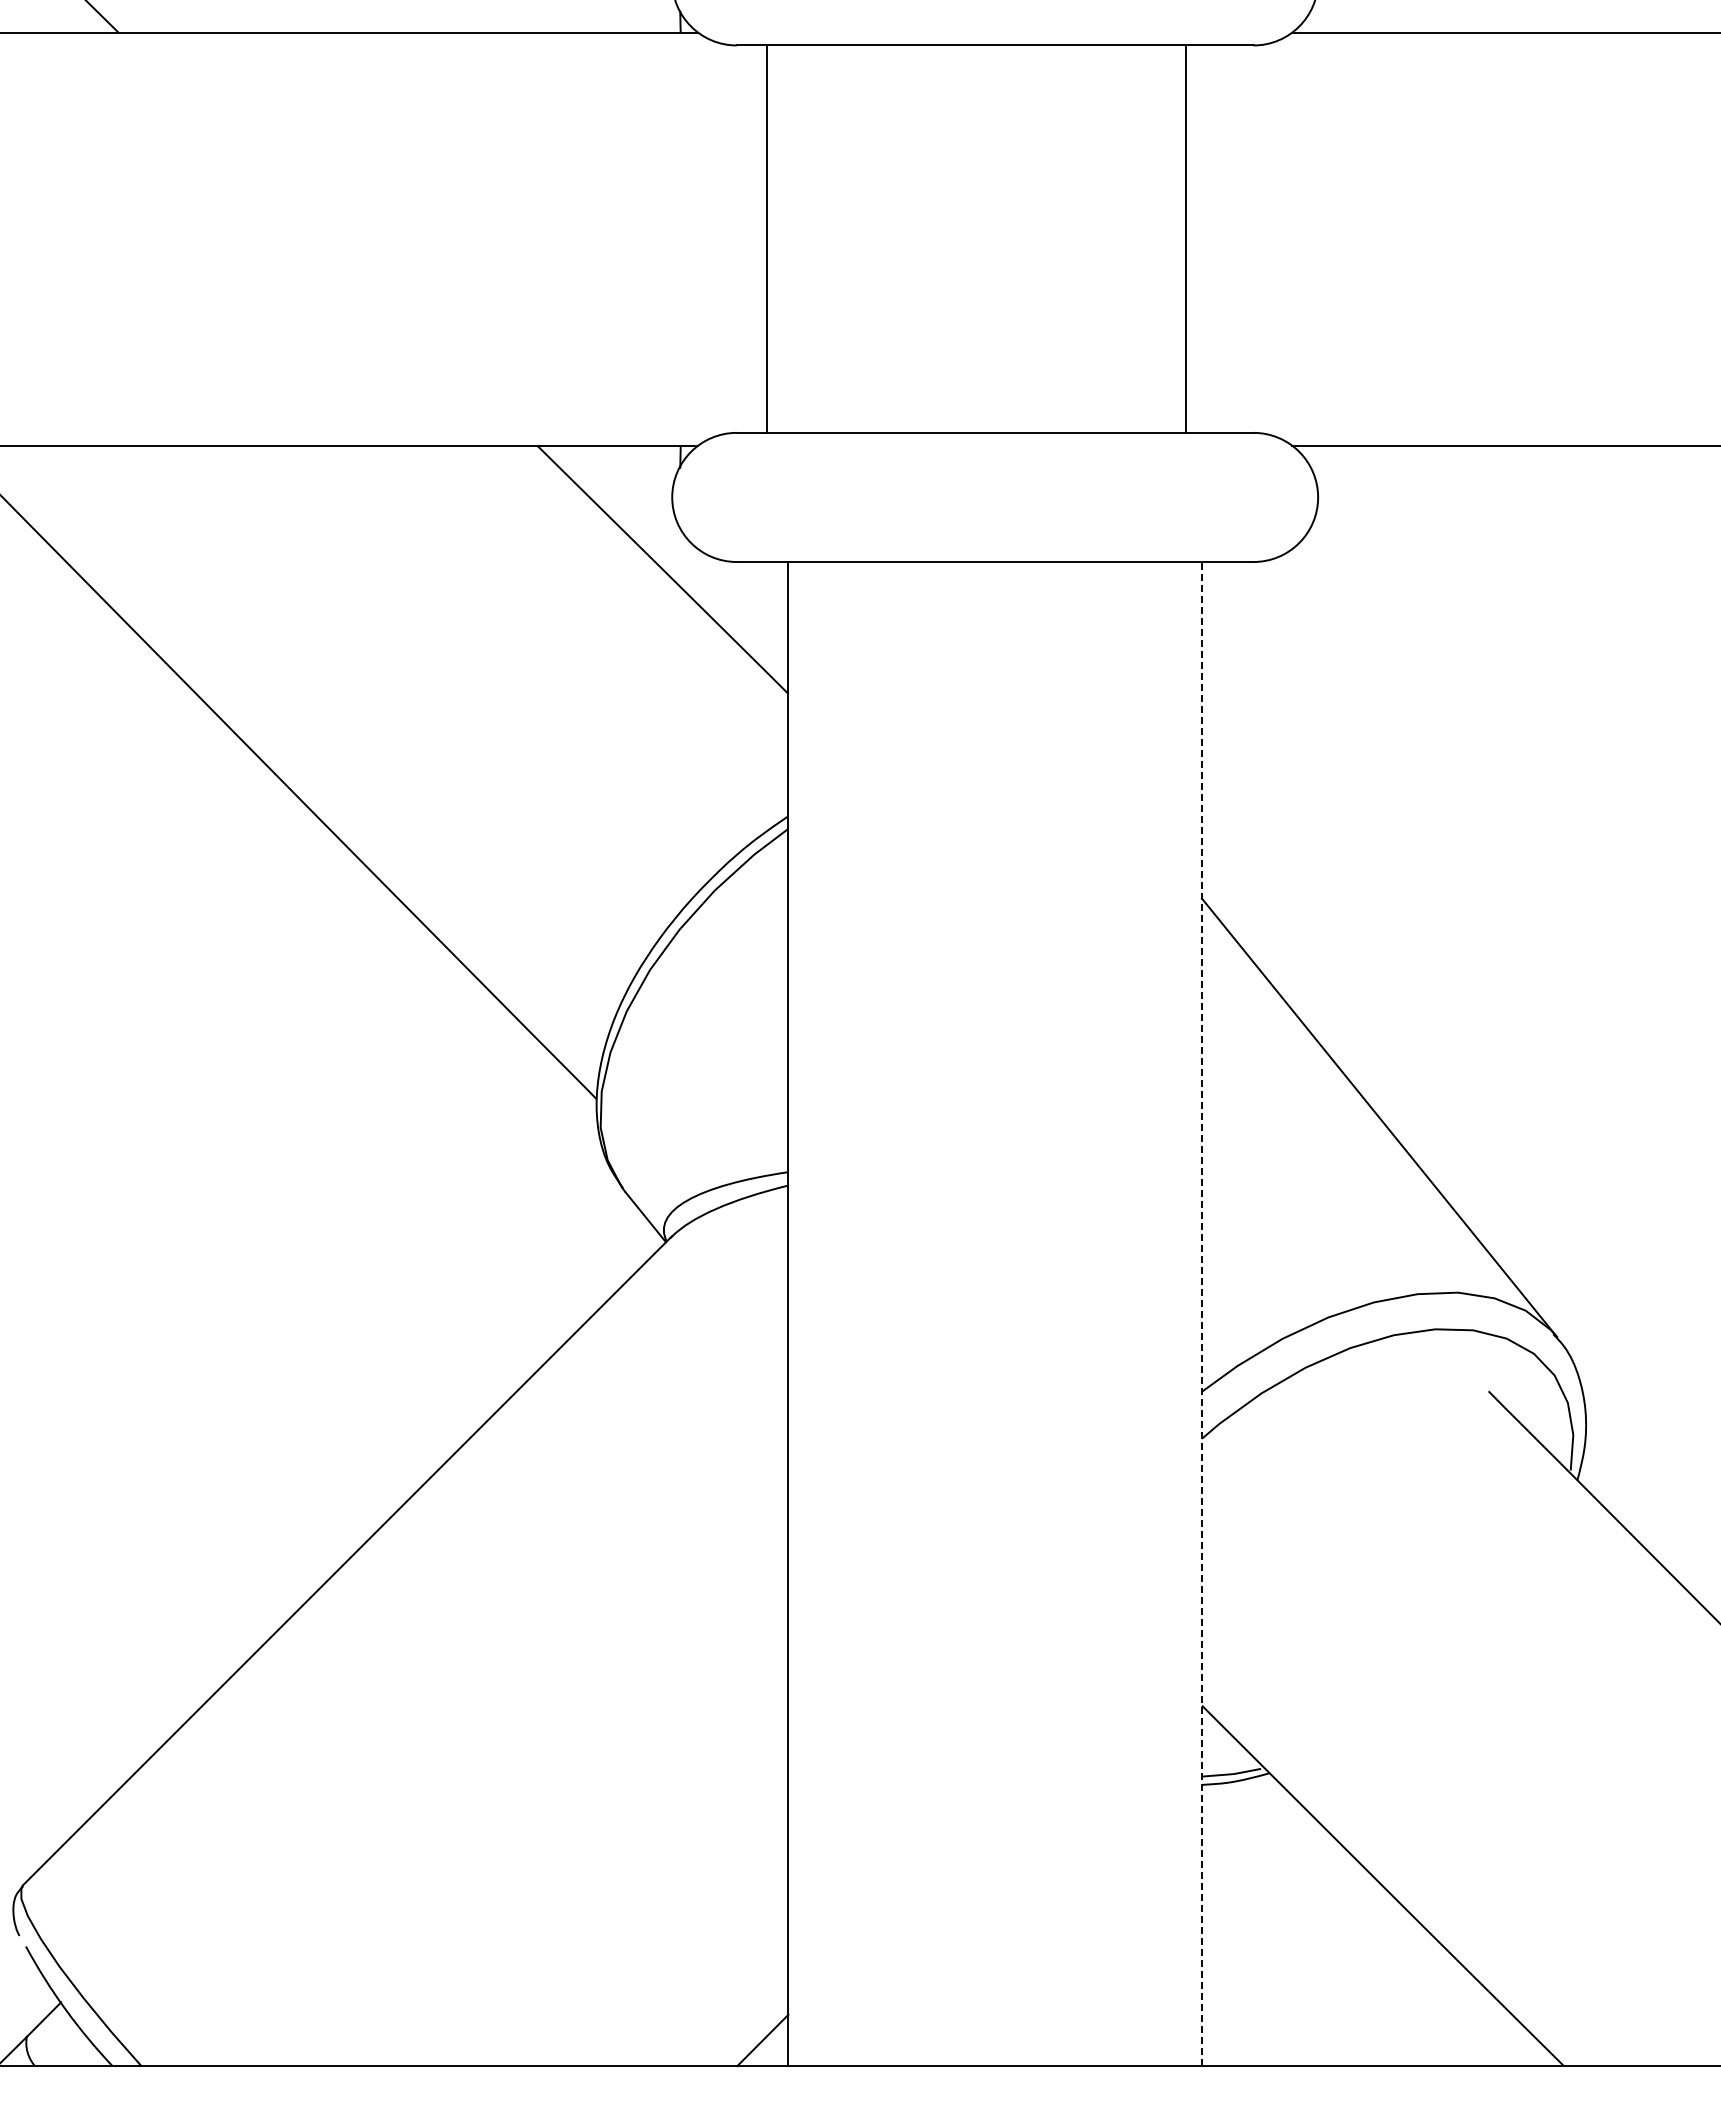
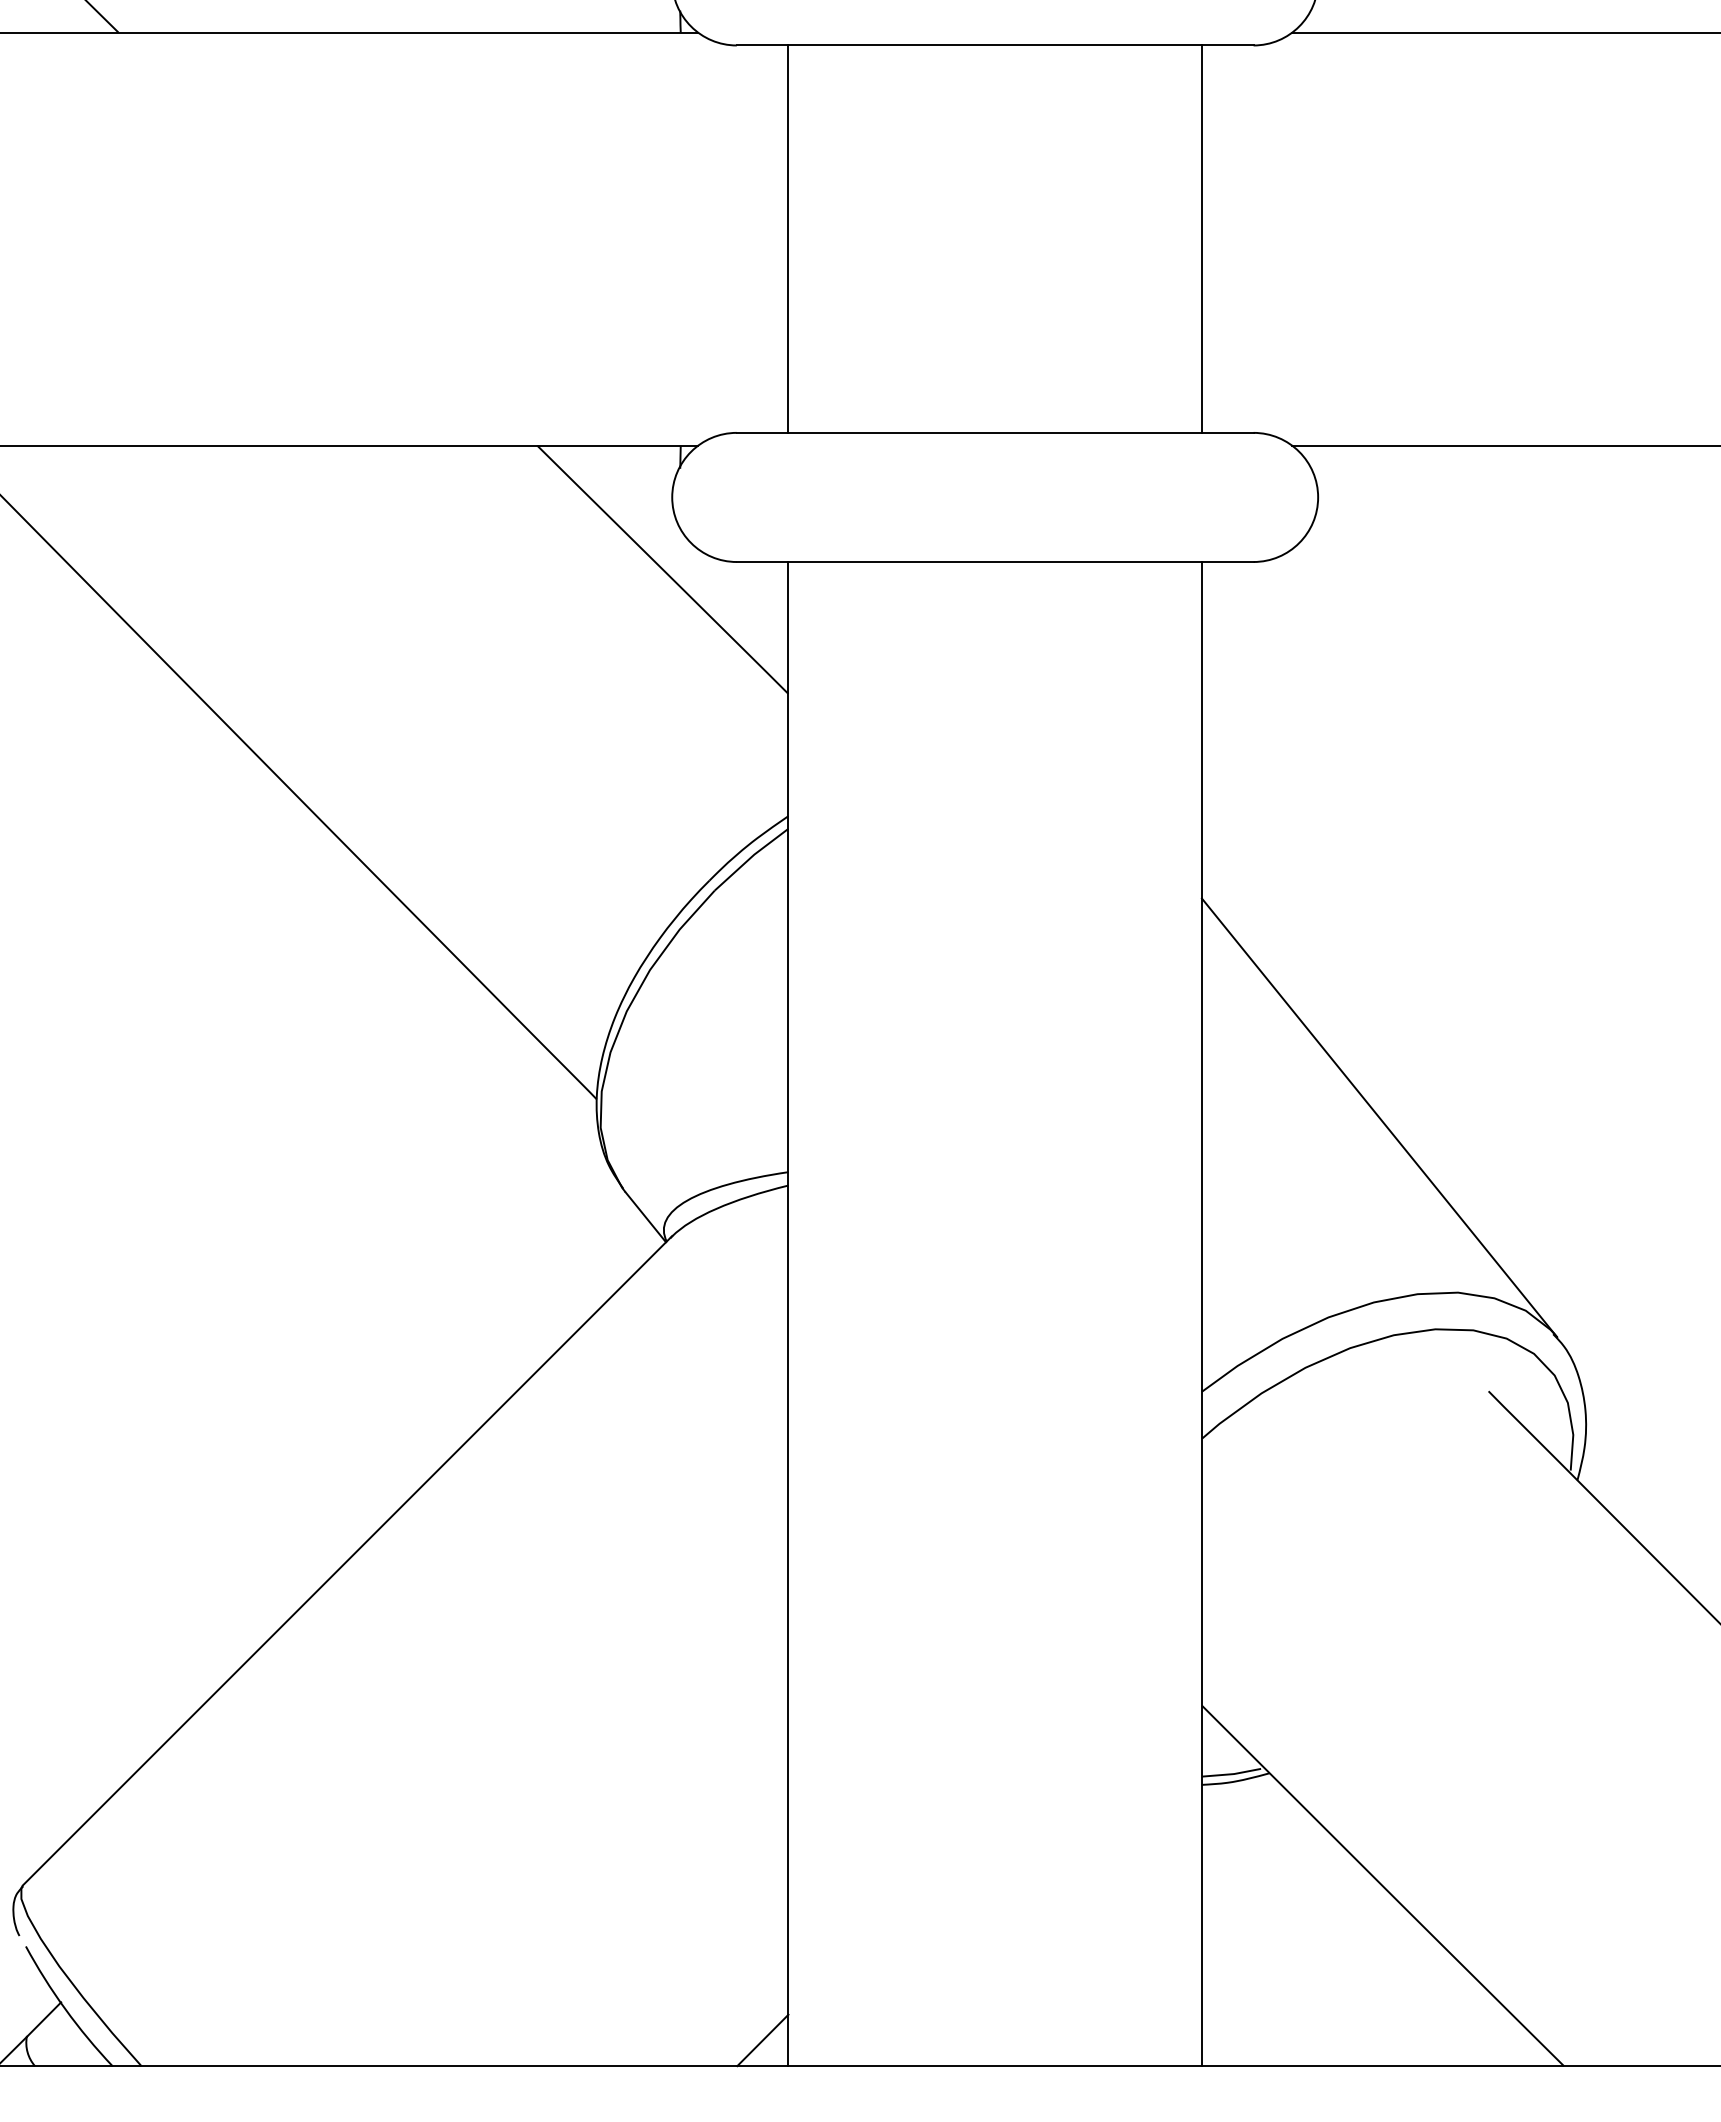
line at (767, 238) position: (767, 238) -> (788, 238)
line at (1185, 238) position: (1185, 238) -> (1201, 238)
line at (1201, 1313): dashed -> solid
